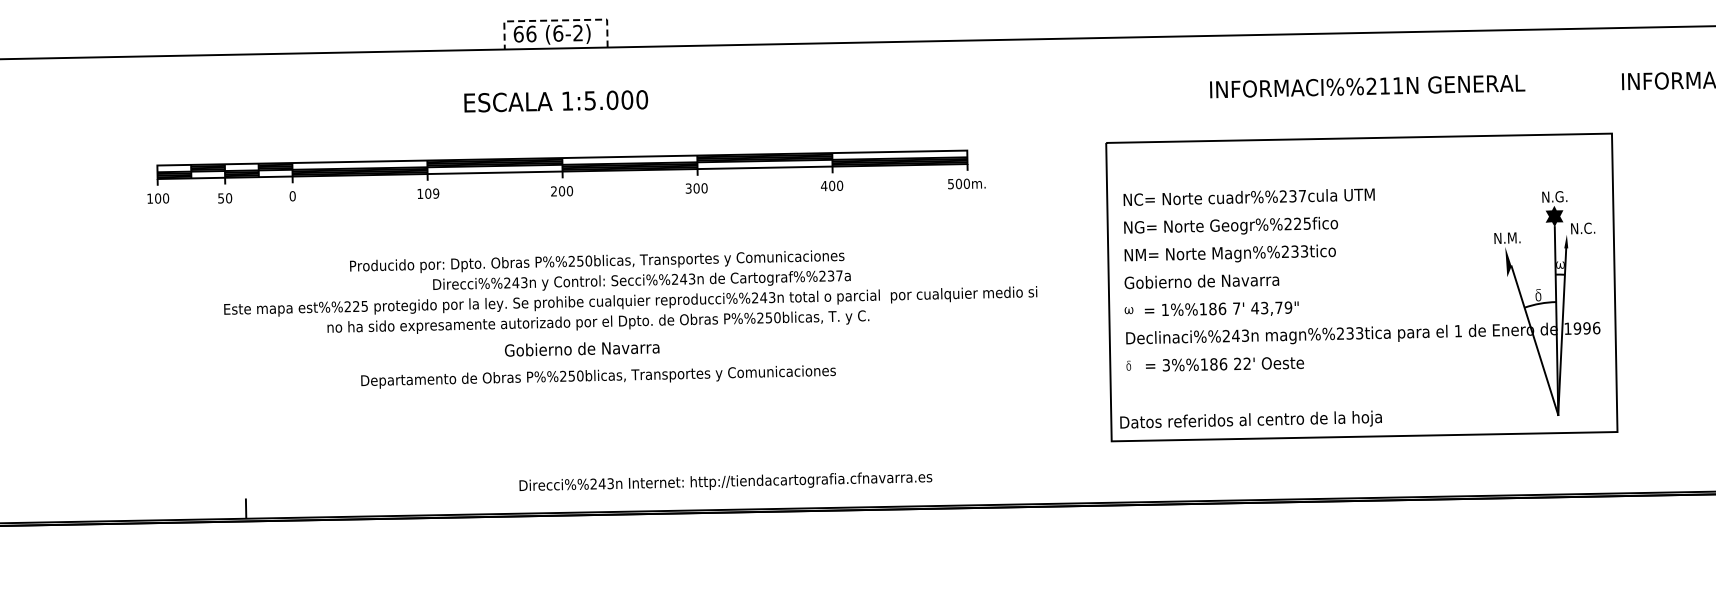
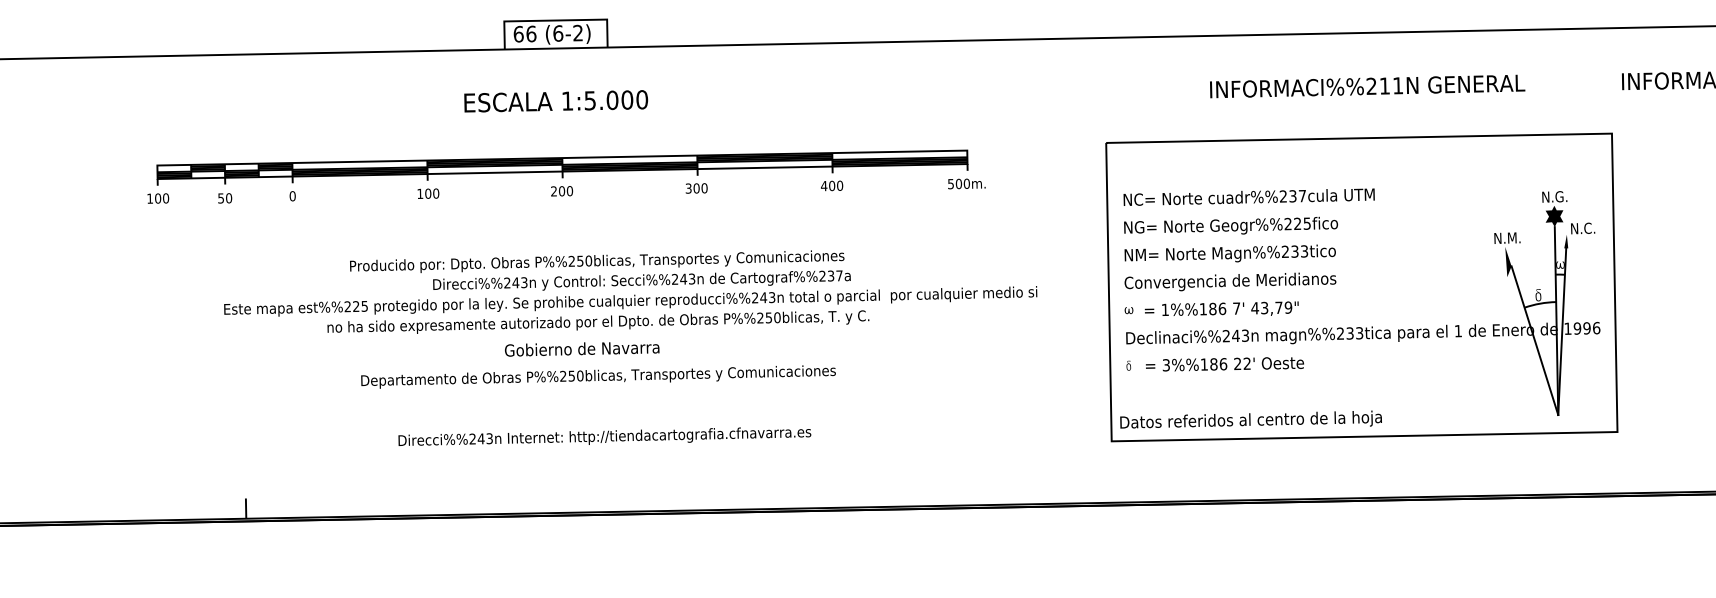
line at (555, 20): dashed -> solid
text at (436, 193): 109 -> 100
text at (1233, 281): Gobierno de Navarra -> Convergencia de Meridianos
text at (725, 481) position: (725, 481) -> (604, 436)
